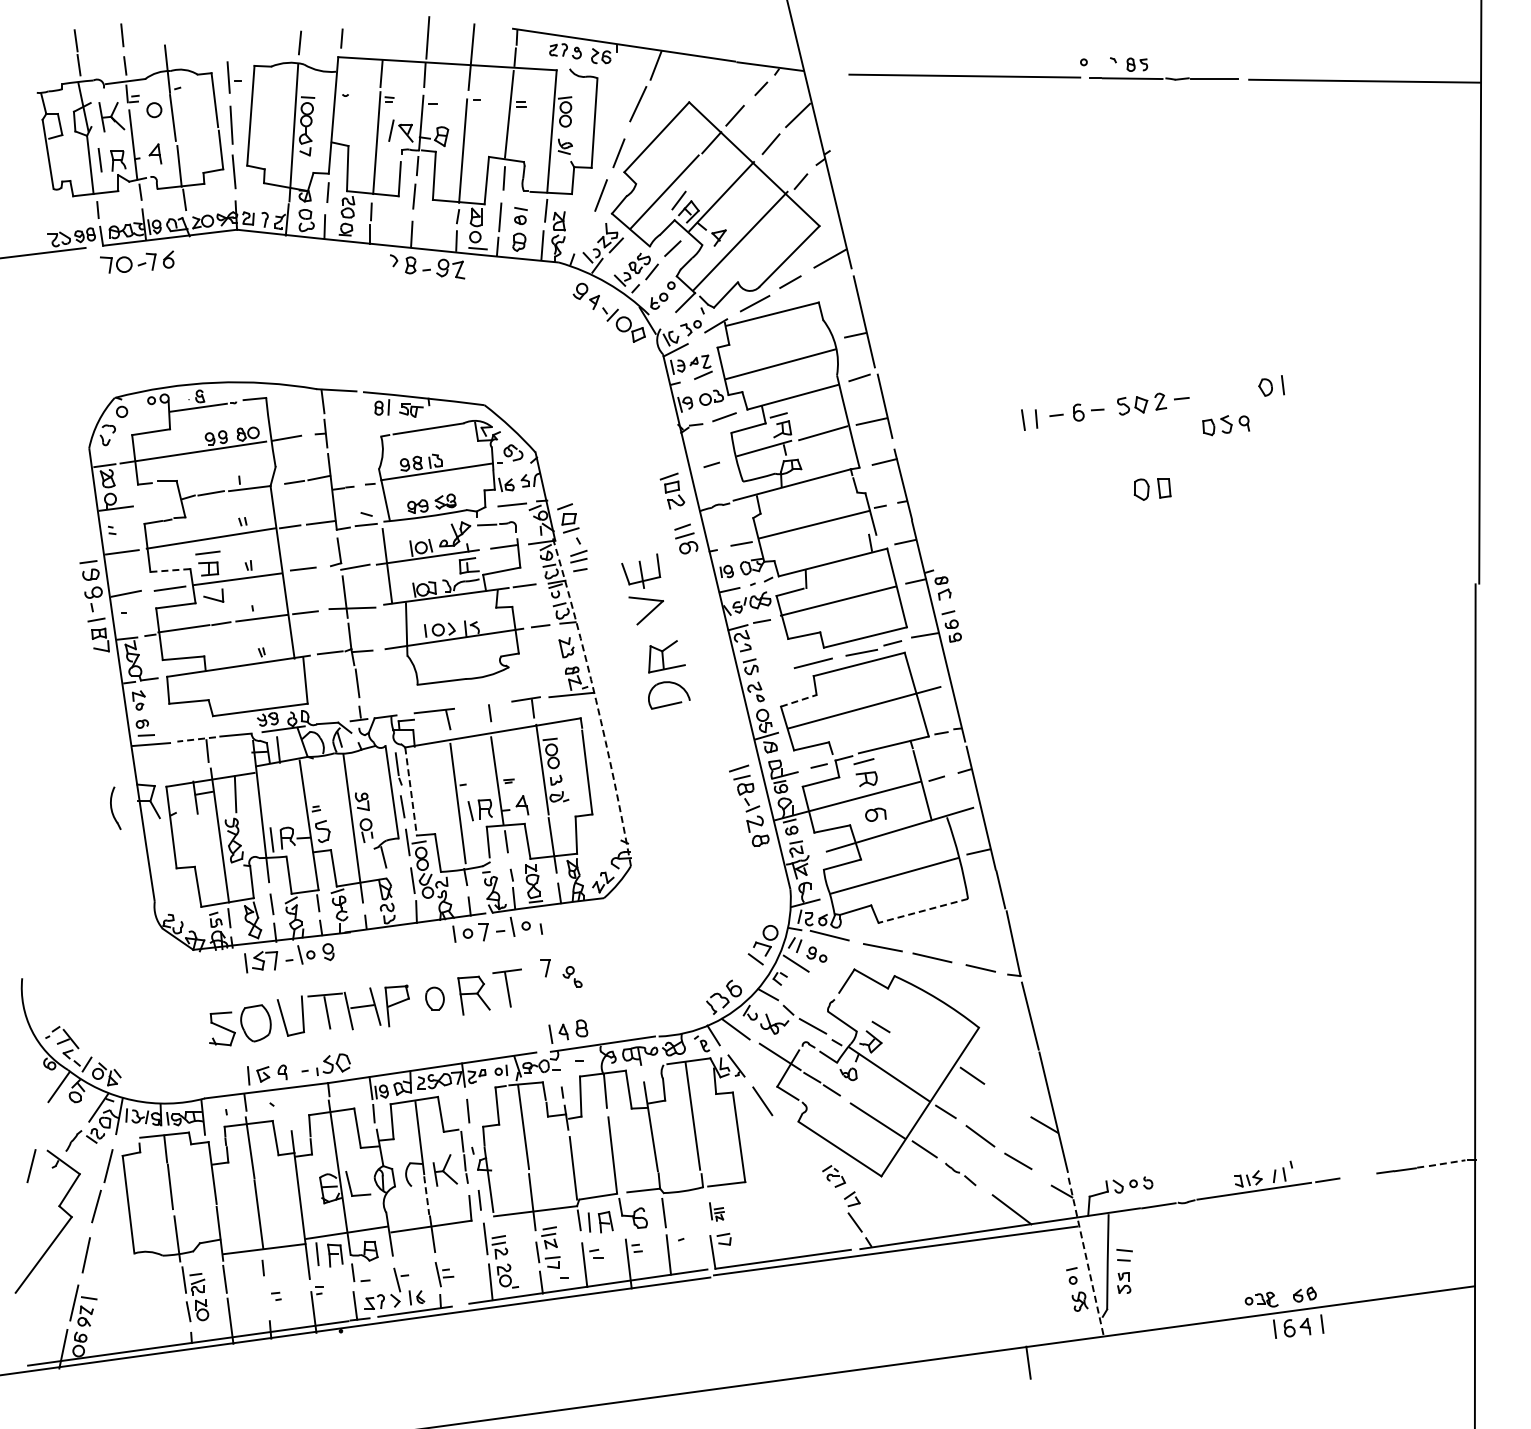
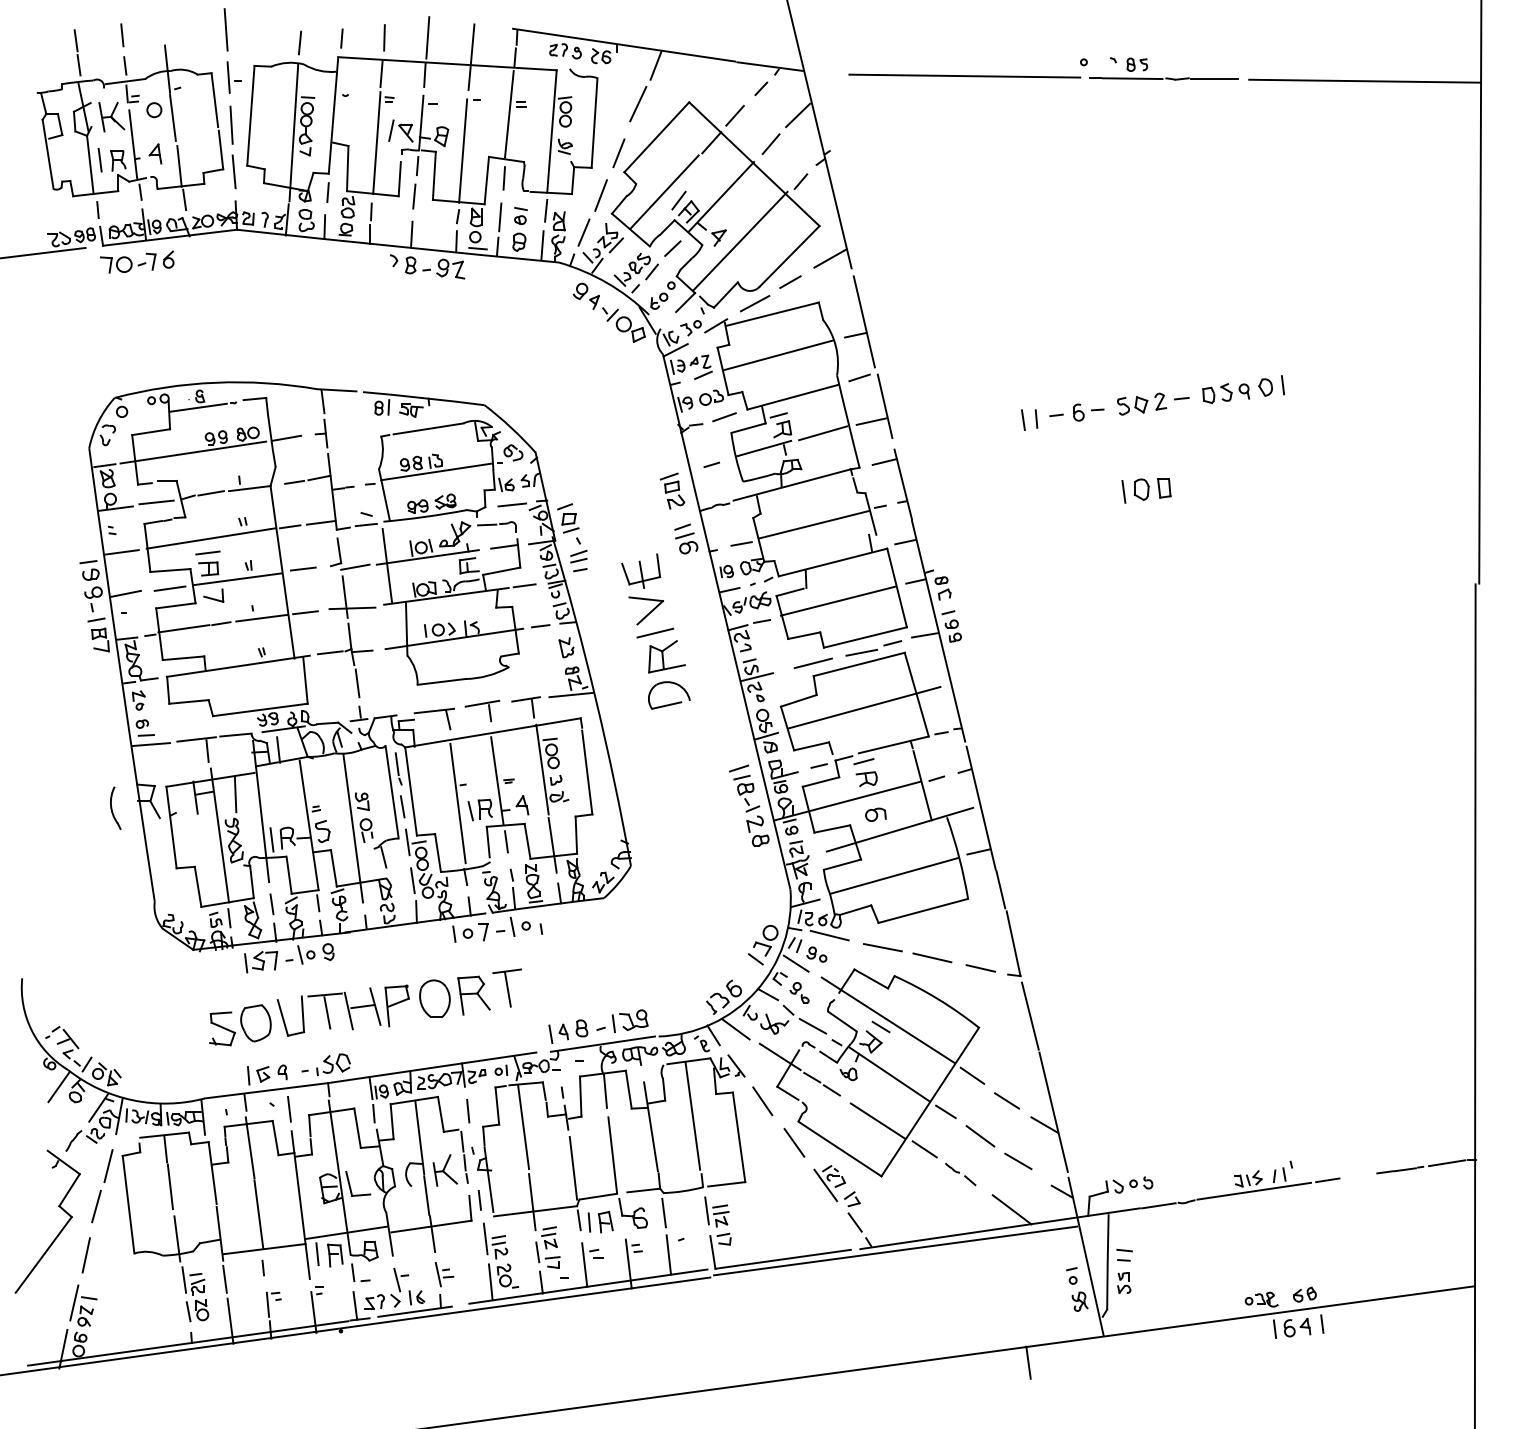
line at (225, 29): none -> present
line at (384, 37): none -> present
line at (583, 232): none -> present
line at (780, 364) position: (780, 364) -> (778, 355)
part at (1225, 425) position: (1225, 425) -> (1225, 393)
line at (1123, 491): none -> present
line at (156, 502): none -> present
line at (170, 570): dashed -> solid
line at (655, 632): none -> present
line at (756, 677): none -> present
arc at (596, 700): dashed -> solid
line at (798, 700): dashed -> solid
line at (482, 703): none -> present
line at (196, 739): dashed -> solid
line at (411, 792): dashed -> solid
line at (922, 911): dashed -> solid
part at (545, 968): present -> none
part at (572, 976) position: (572, 976) -> (799, 992)
part at (434, 998) size: 20x25 px -> 32x39 px
line at (887, 1019): none -> present
part at (622, 1021): none -> present
line at (1007, 1100): none -> present
line at (289, 1108): none -> present
line at (794, 1142): none -> present
line at (1447, 1163): dashed -> solid
line at (31, 1166): present -> none
line at (825, 1185): none -> present
line at (426, 1196): dashed -> solid
part at (716, 1211) size: 16x20 px -> 26x32 px
line at (1086, 1256): dashed -> solid
line at (267, 1304): none -> present
